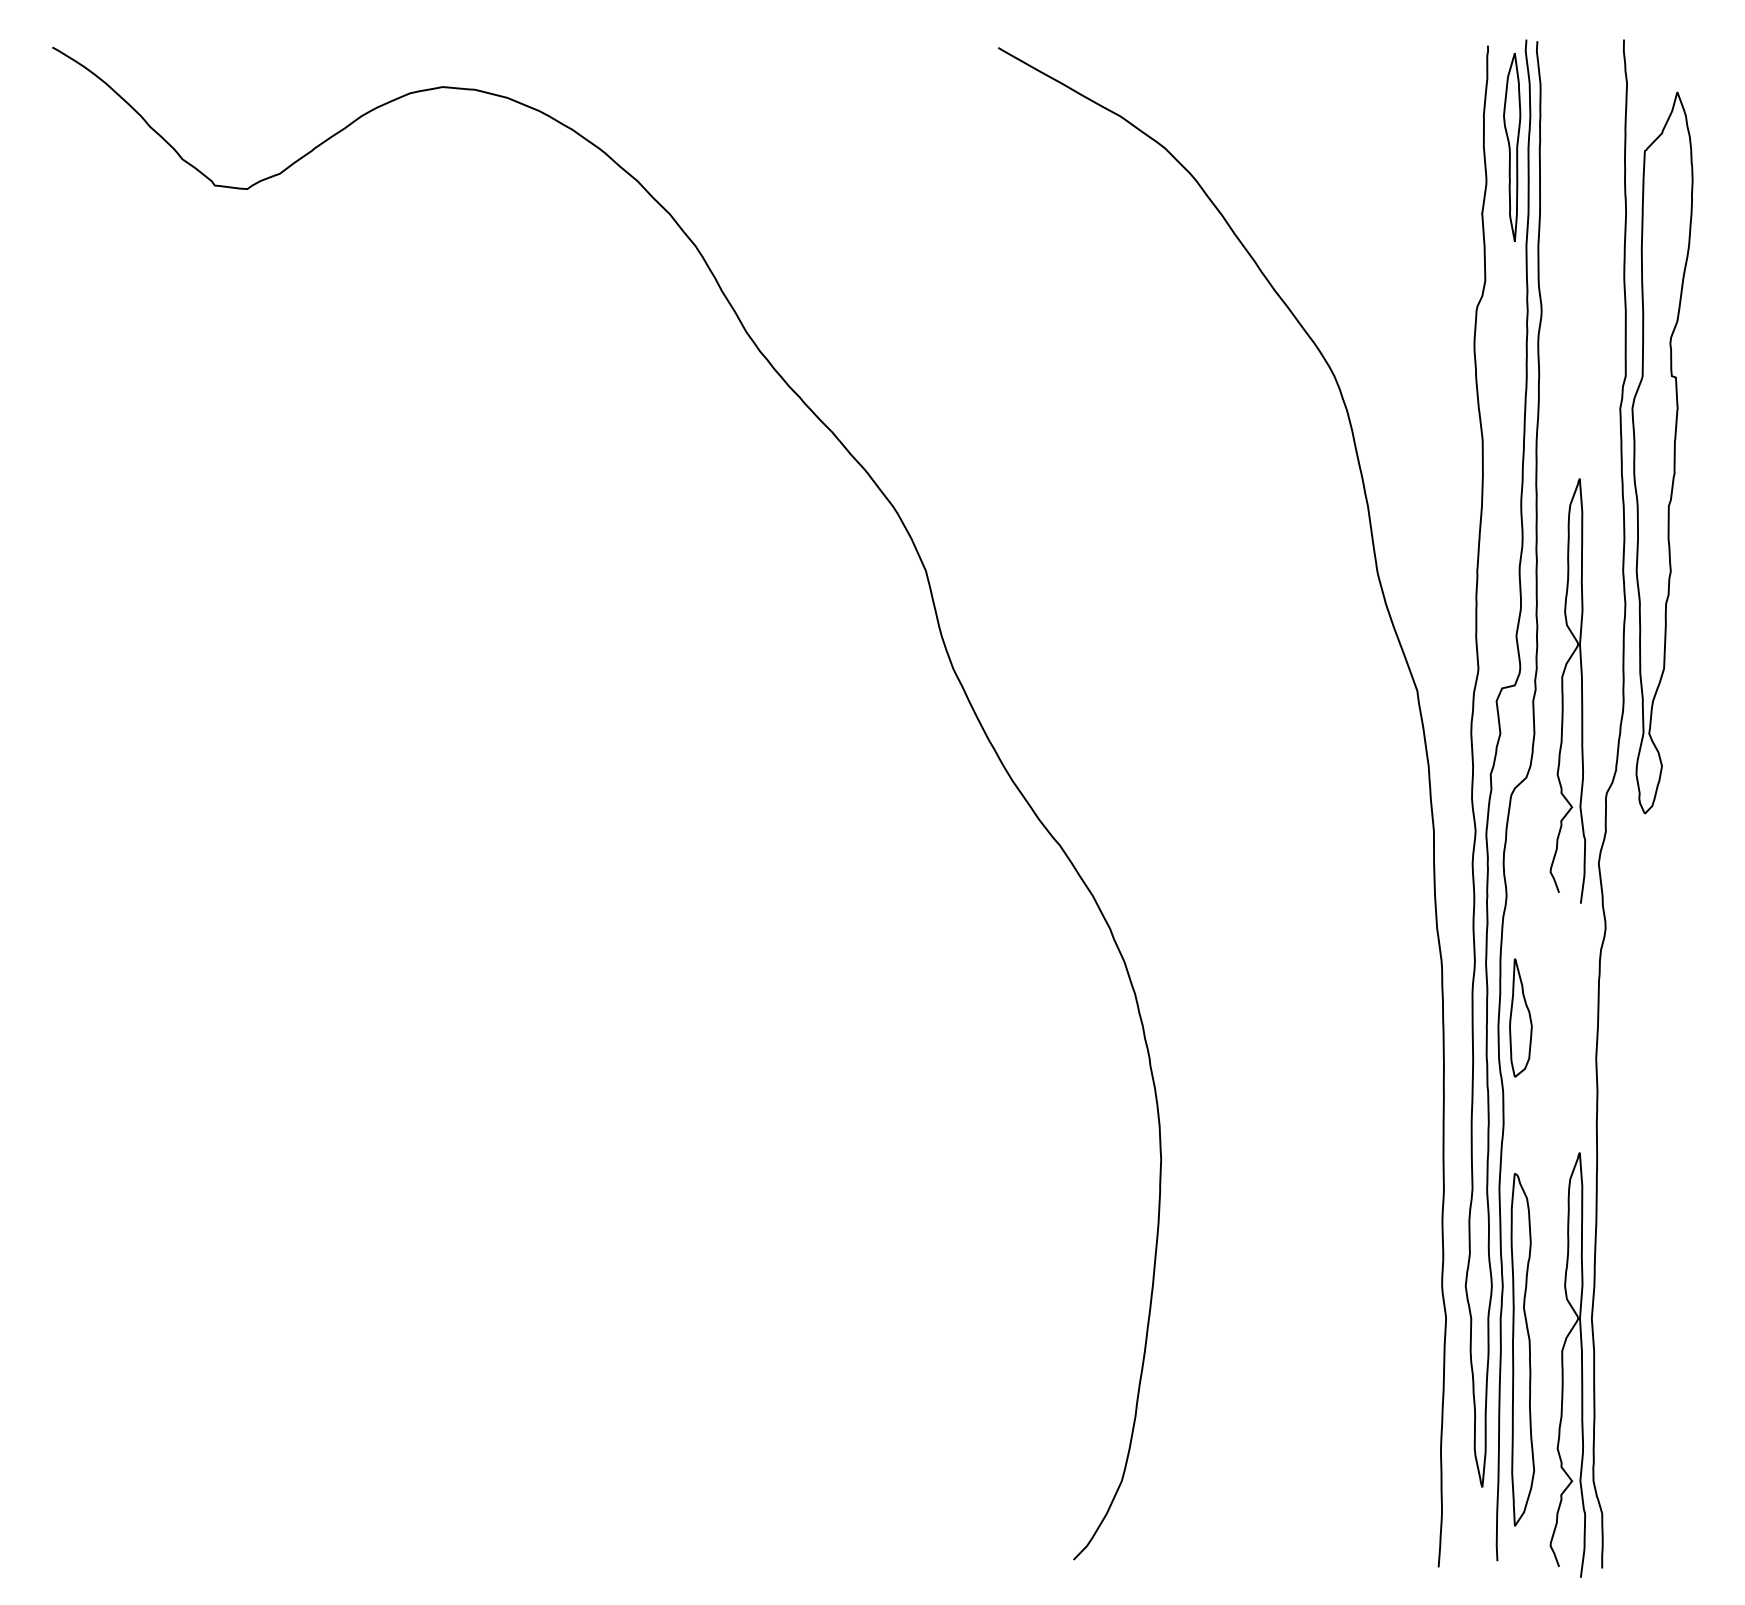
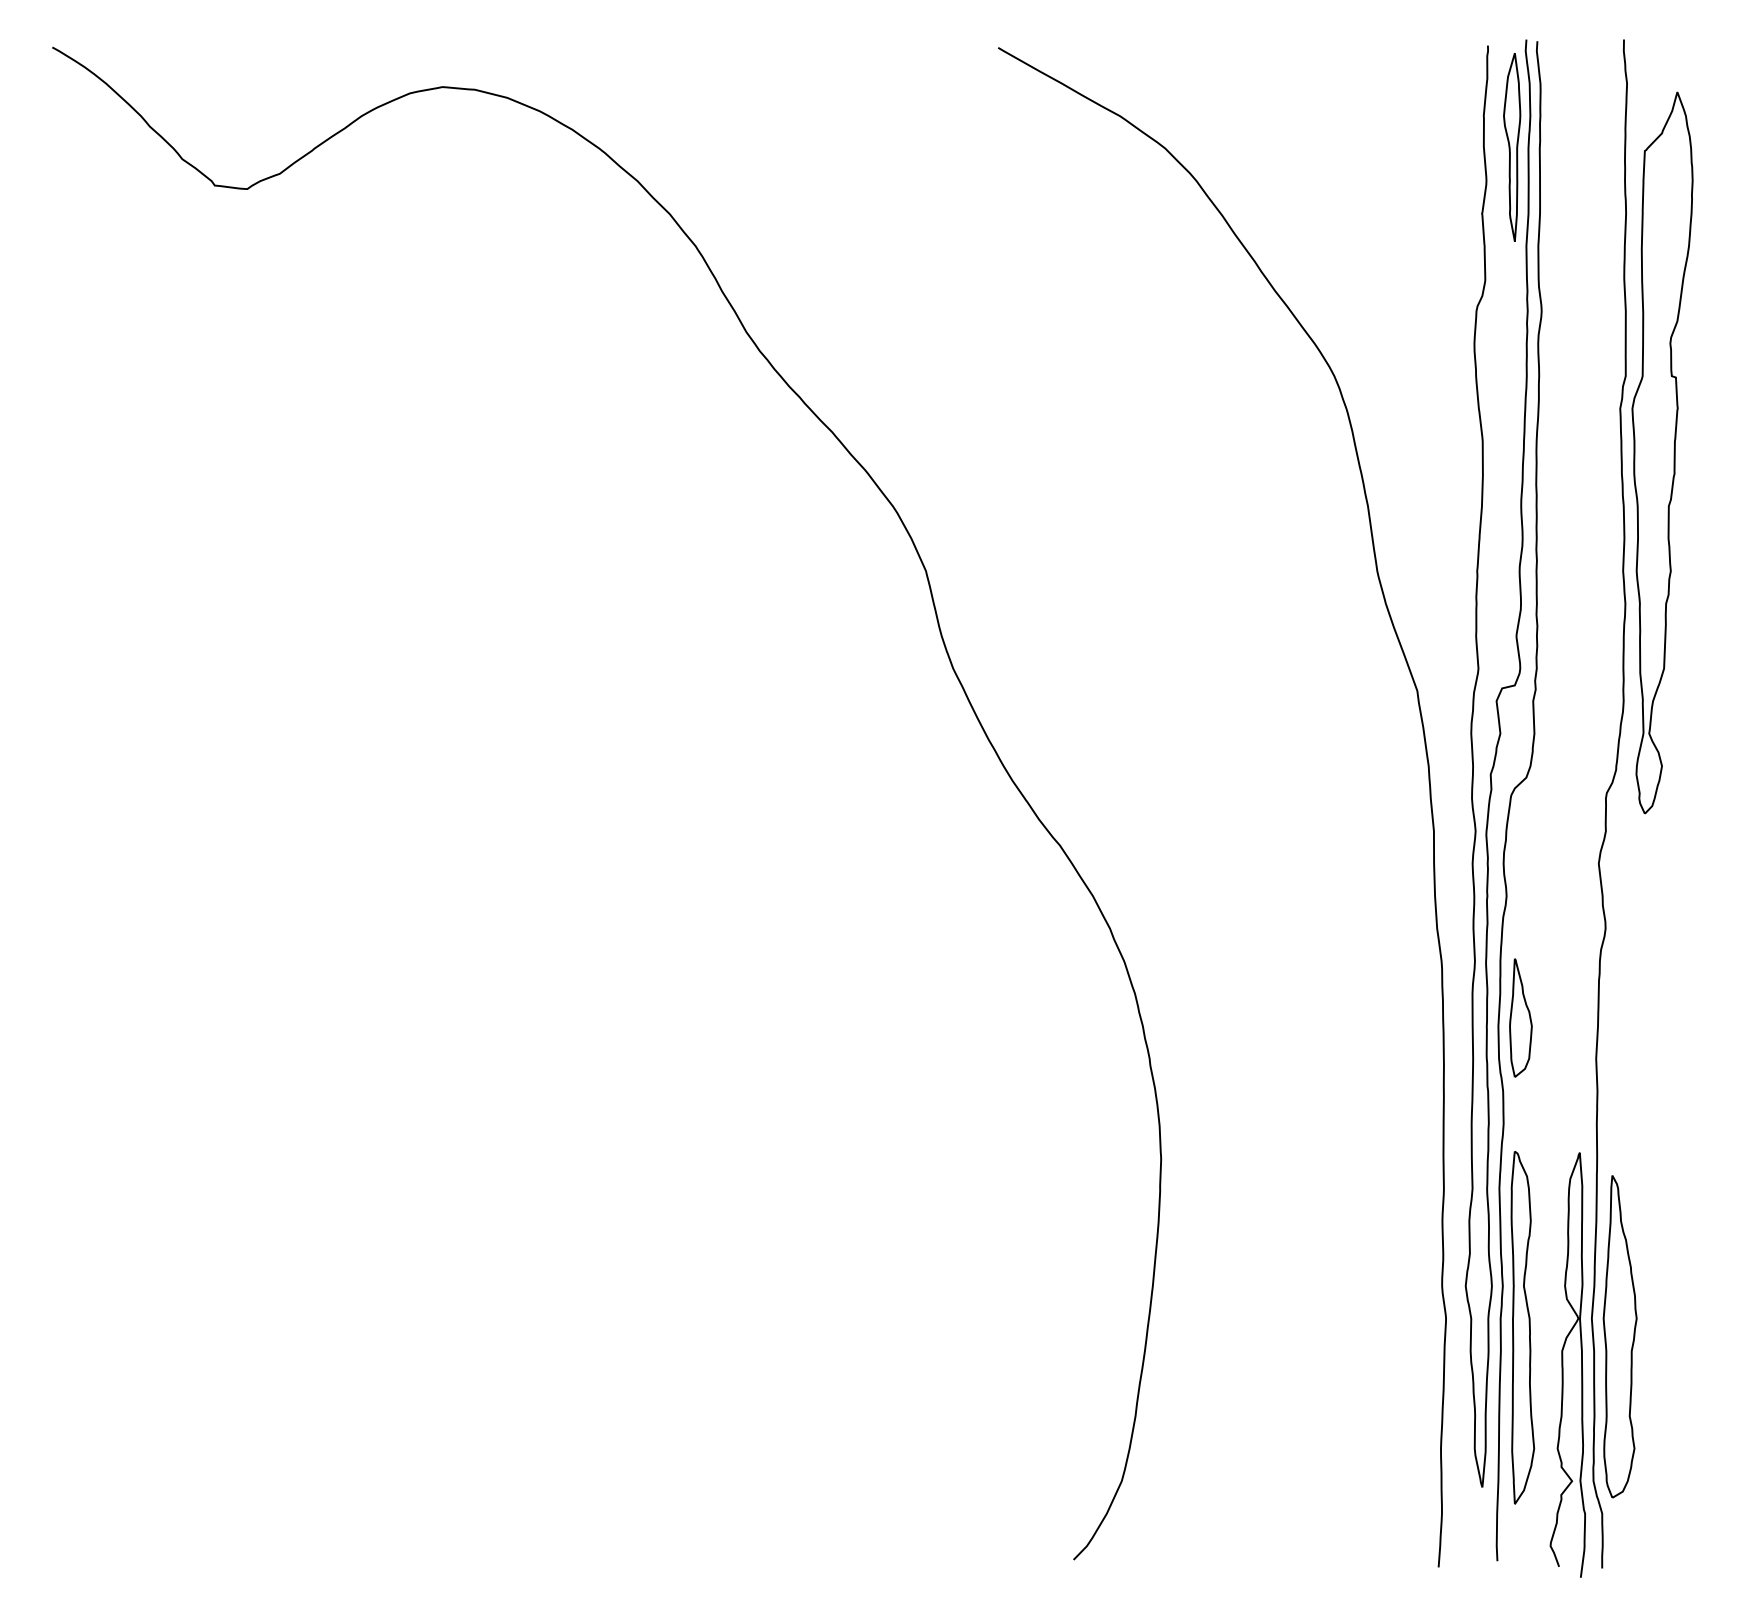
curve at (1563, 690): present -> none
part at (1619, 1336): none -> present
part at (1522, 1349) position: (1522, 1349) -> (1522, 1327)
